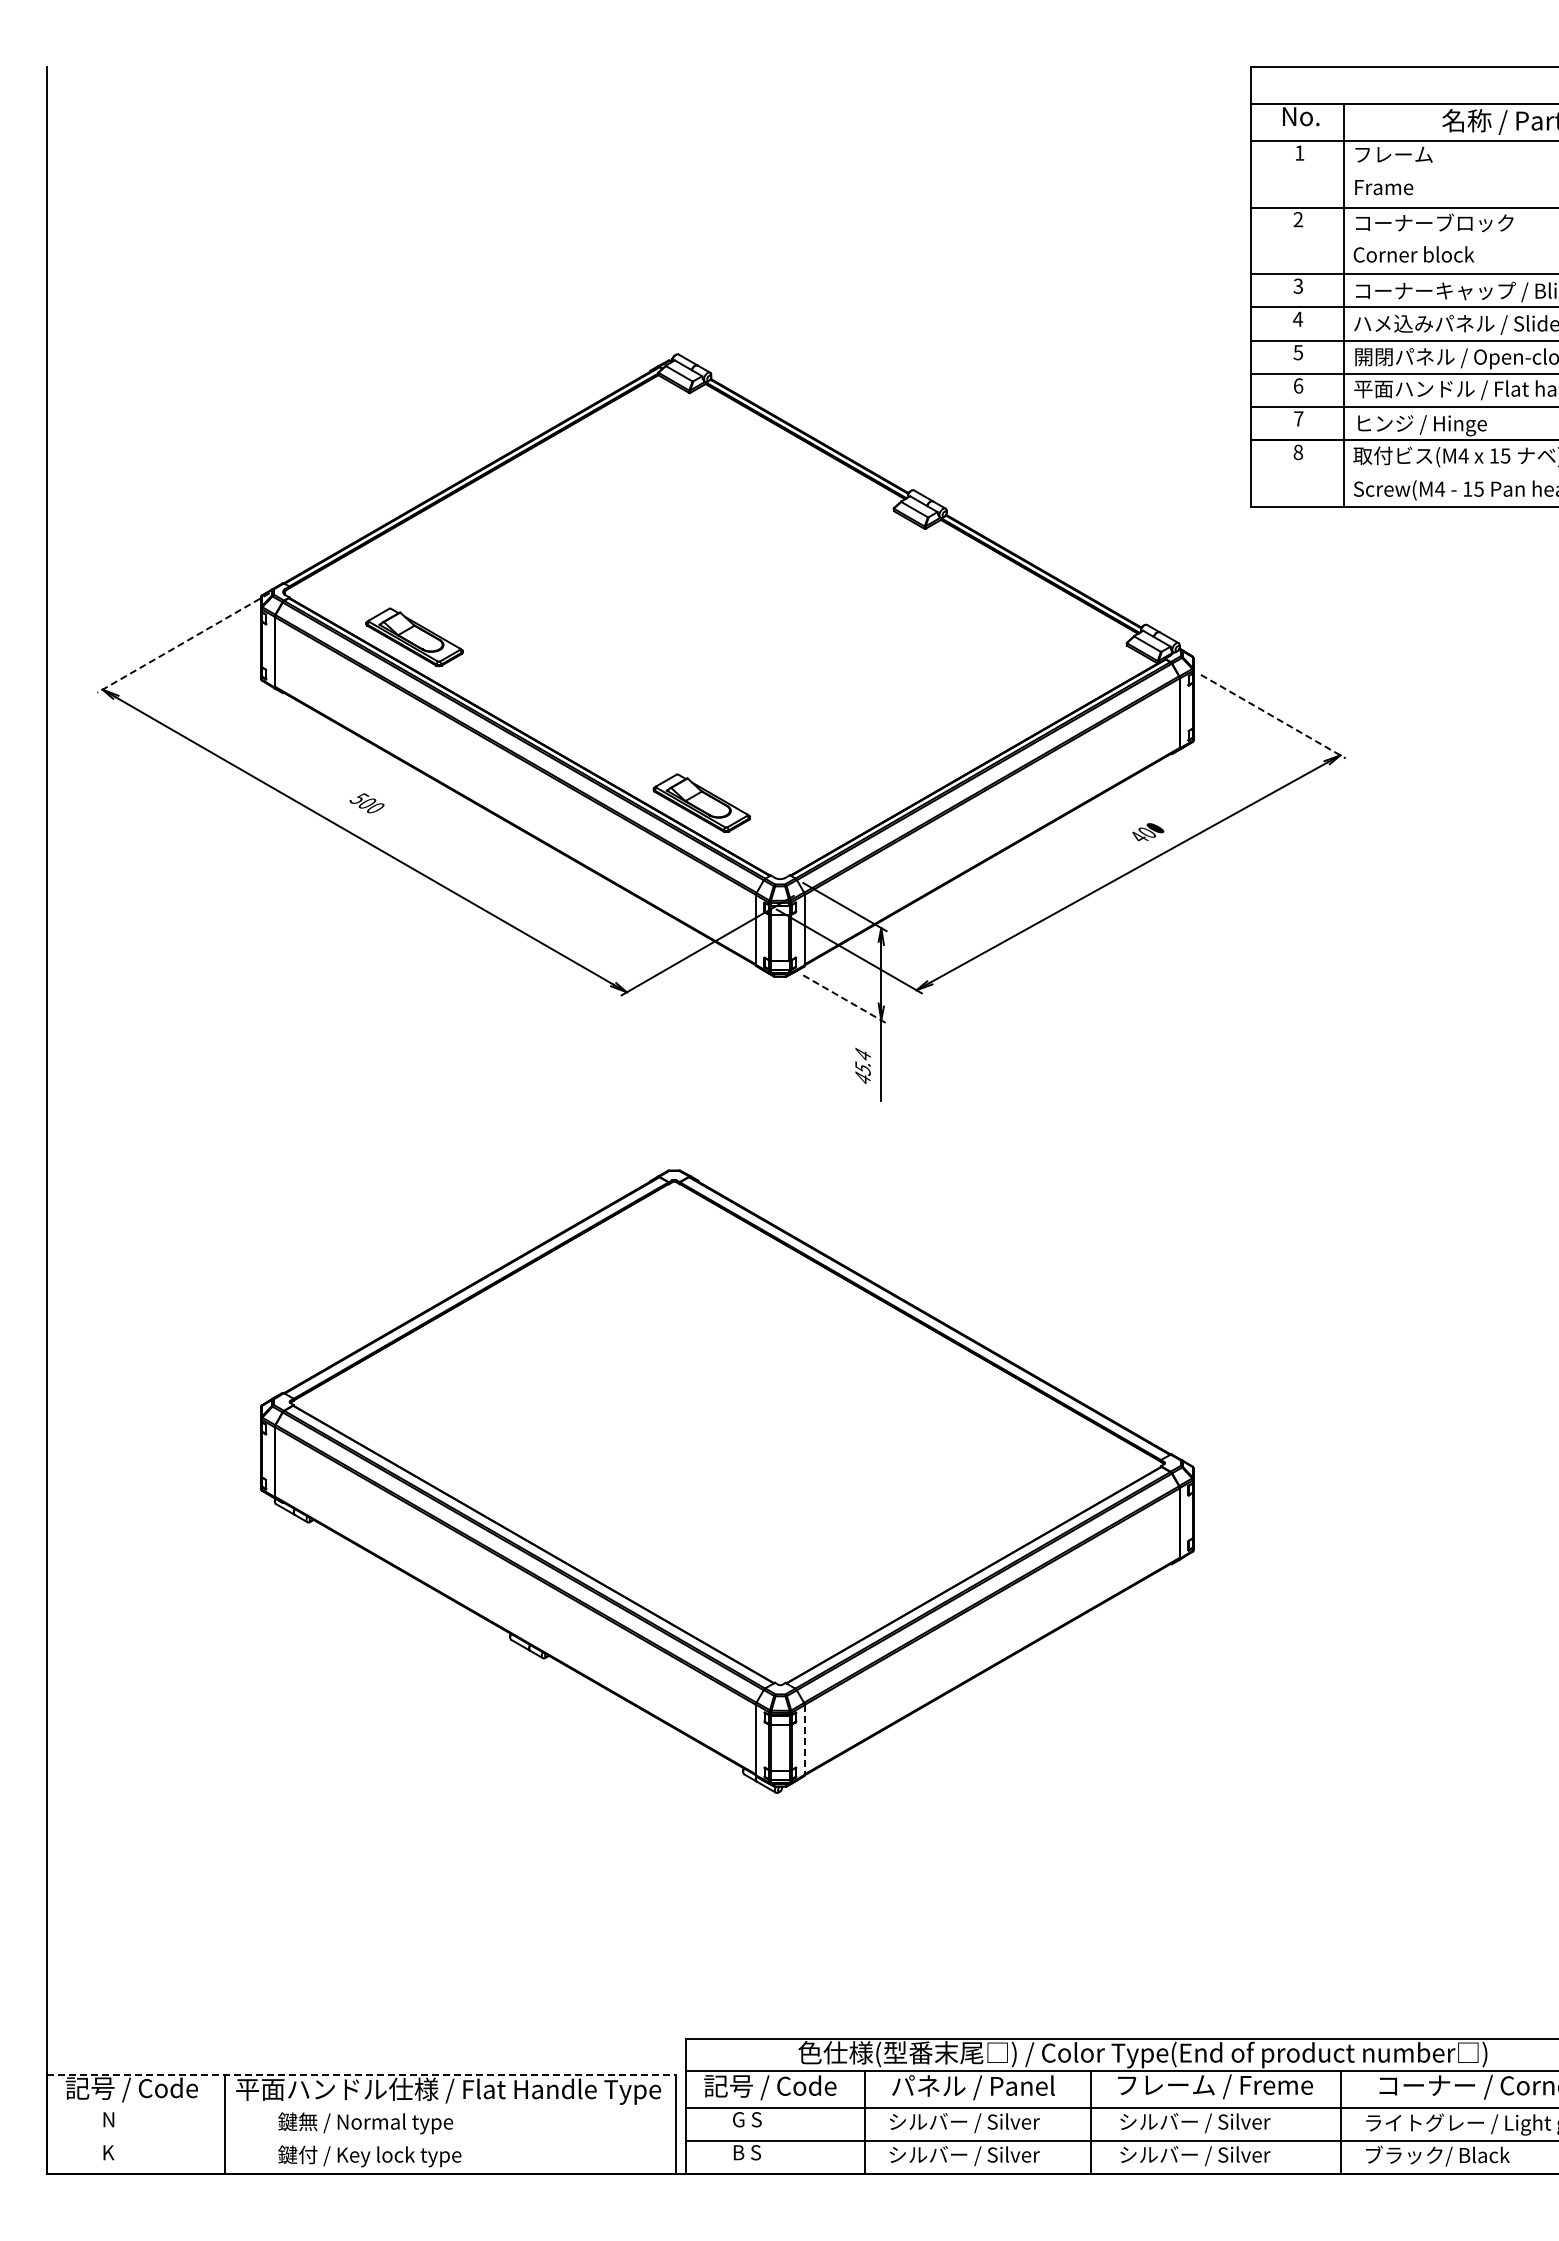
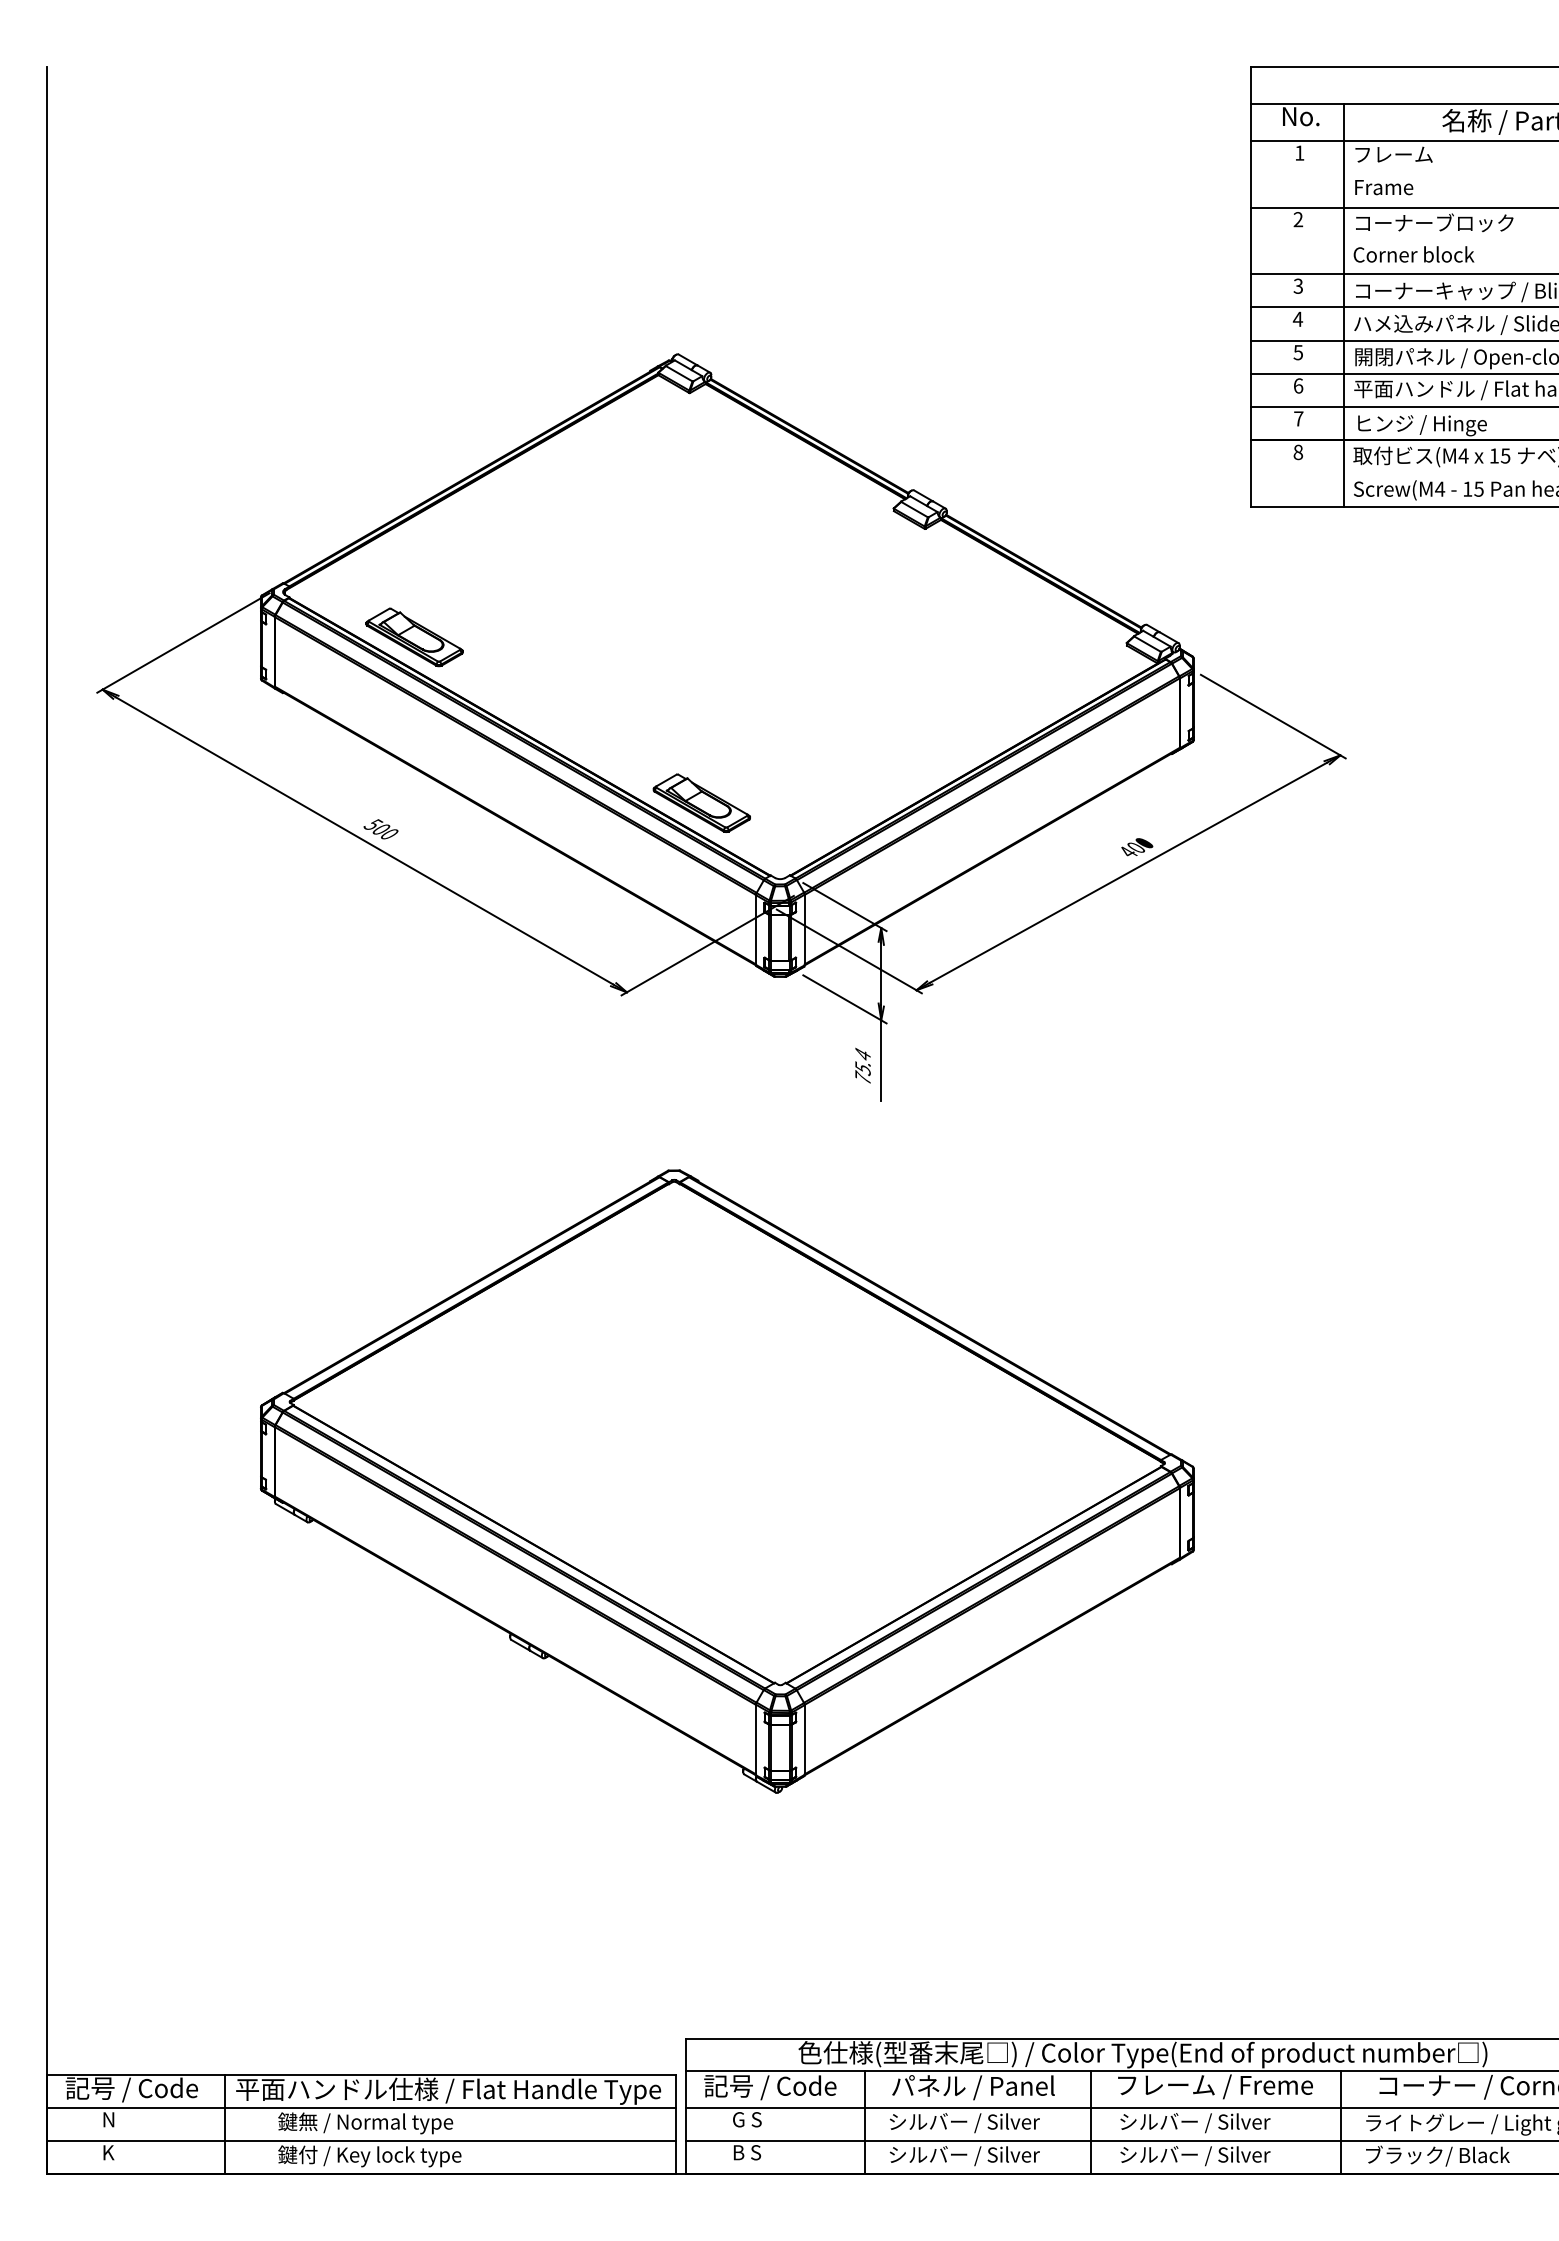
line at (183, 643): dashed -> solid
line at (1273, 716): dashed -> solid
text at (366, 803) position: (366, 803) -> (380, 829)
text at (1148, 832) position: (1148, 832) -> (1137, 847)
line at (845, 999): dashed -> solid
text at (862, 1077): 45.4 -> 75.4
line at (804, 1739): dashed -> solid
line at (361, 2074): dashed -> solid
line at (361, 2107): none -> present
line at (361, 2140): none -> present
